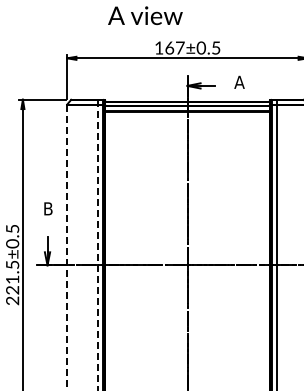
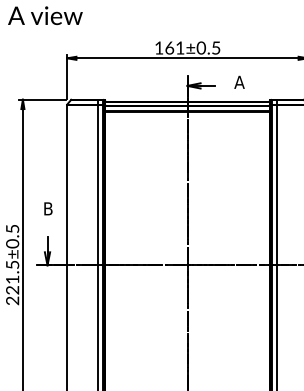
text at (145, 15) position: (145, 15) -> (45, 15)
text at (180, 47): 167±0.5 -> 161±0.5
line at (97, 247): dashed -> solid
line at (67, 248): dashed -> solid
